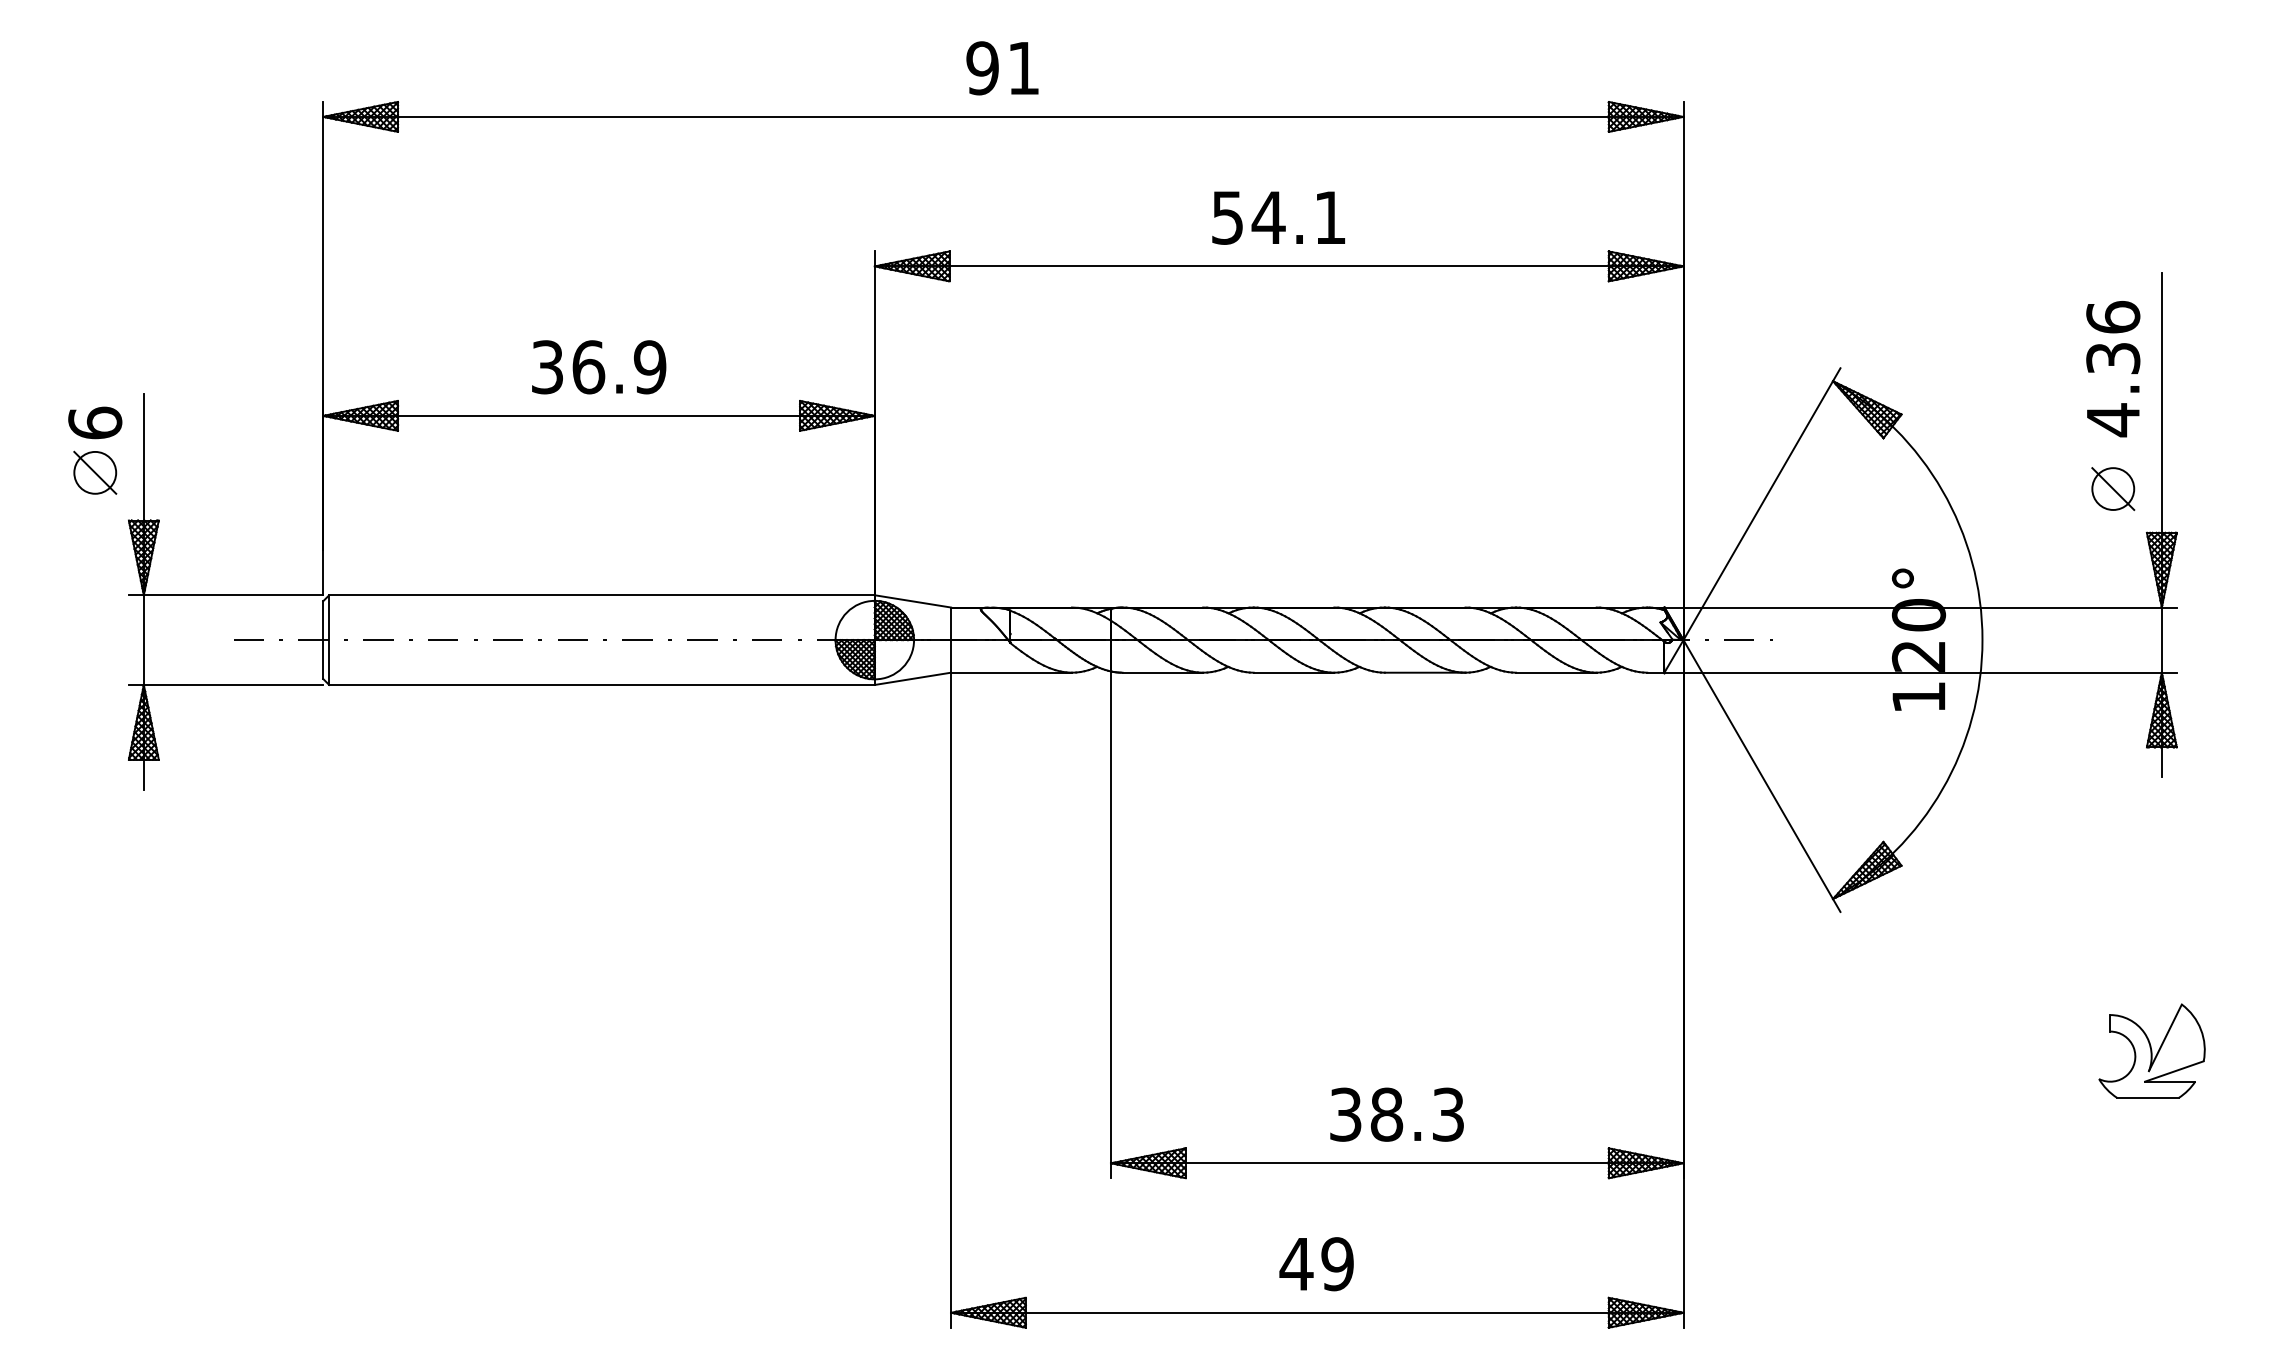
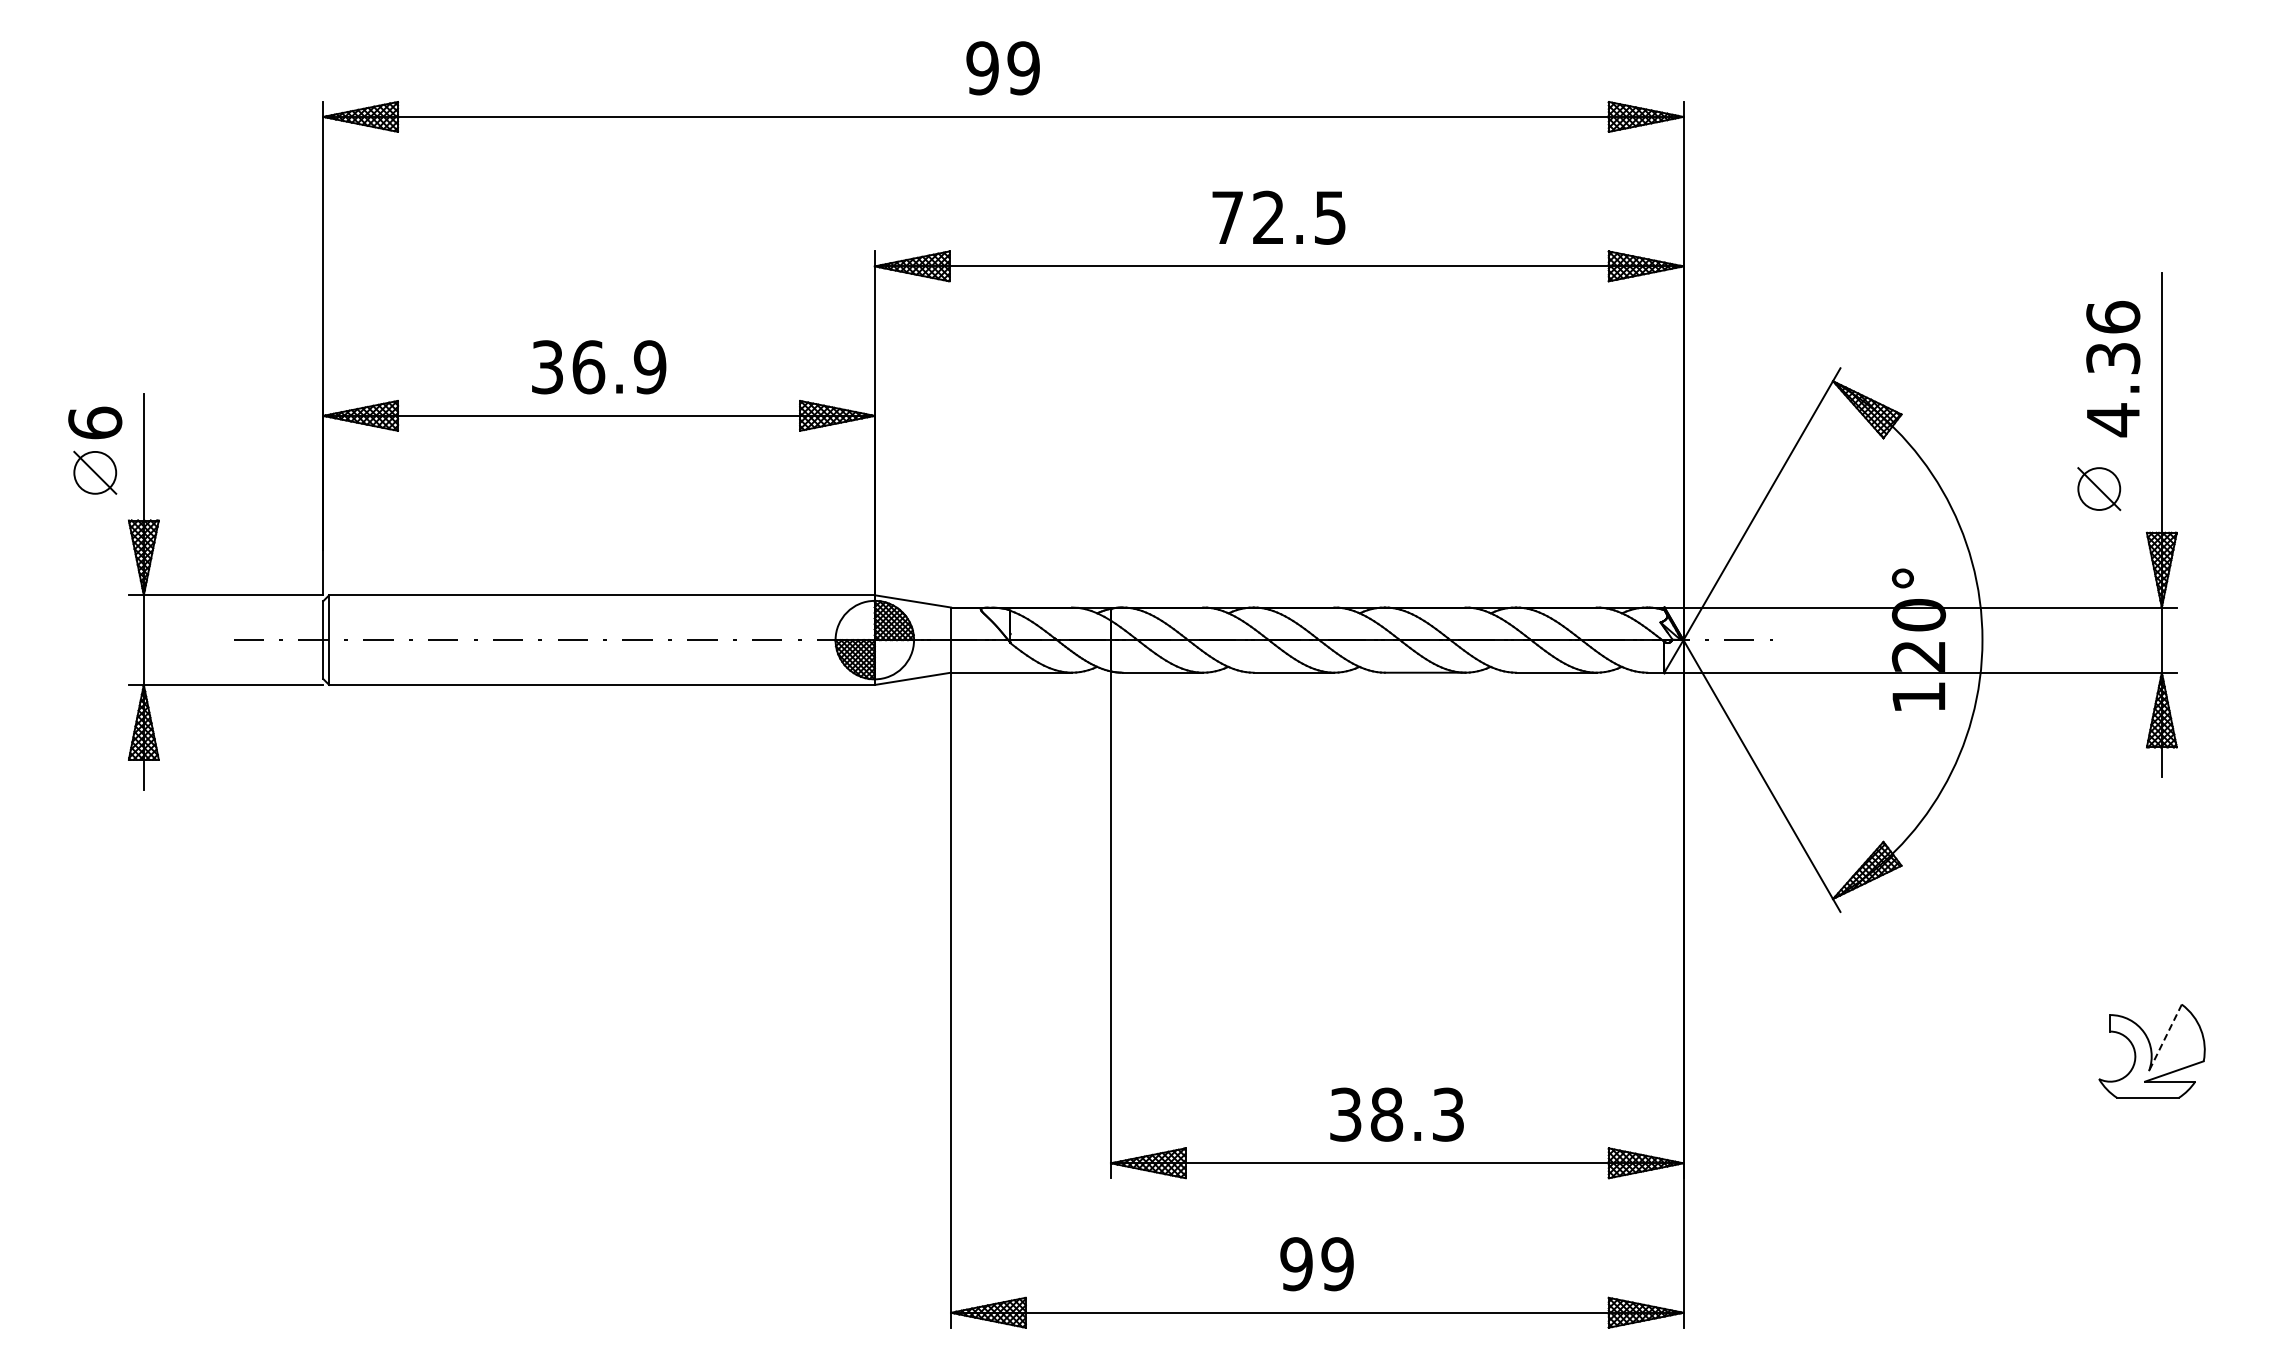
text at (1023, 68): 91 -> 99
text at (1278, 217): 54.1 -> 72.5
part at (2113, 488) position: (2113, 488) -> (2099, 488)
line at (2165, 1038): solid -> dashed
text at (1296, 1264): 49 -> 99
